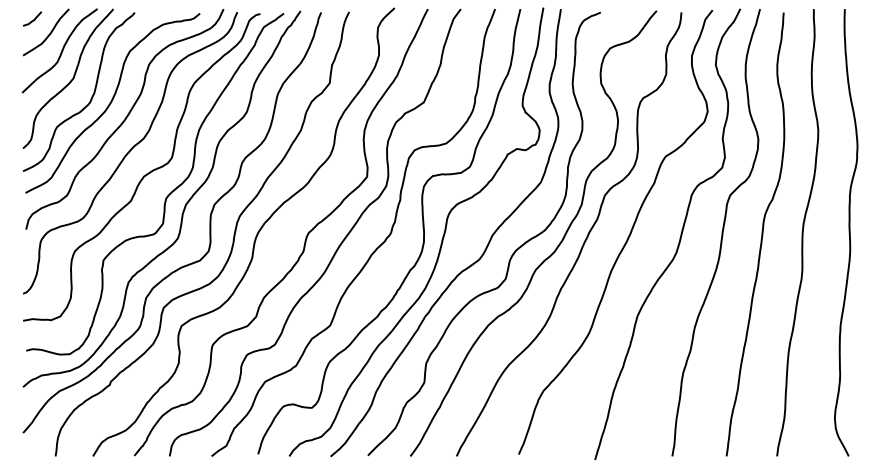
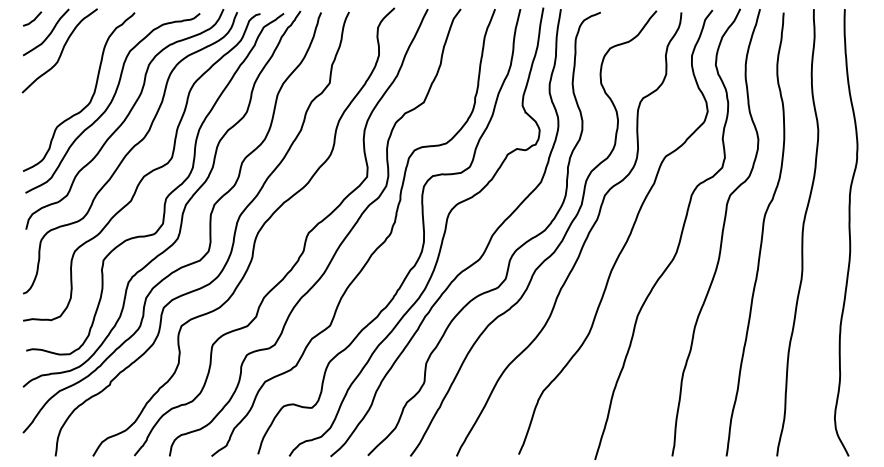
curve at (70, 80): present -> none
